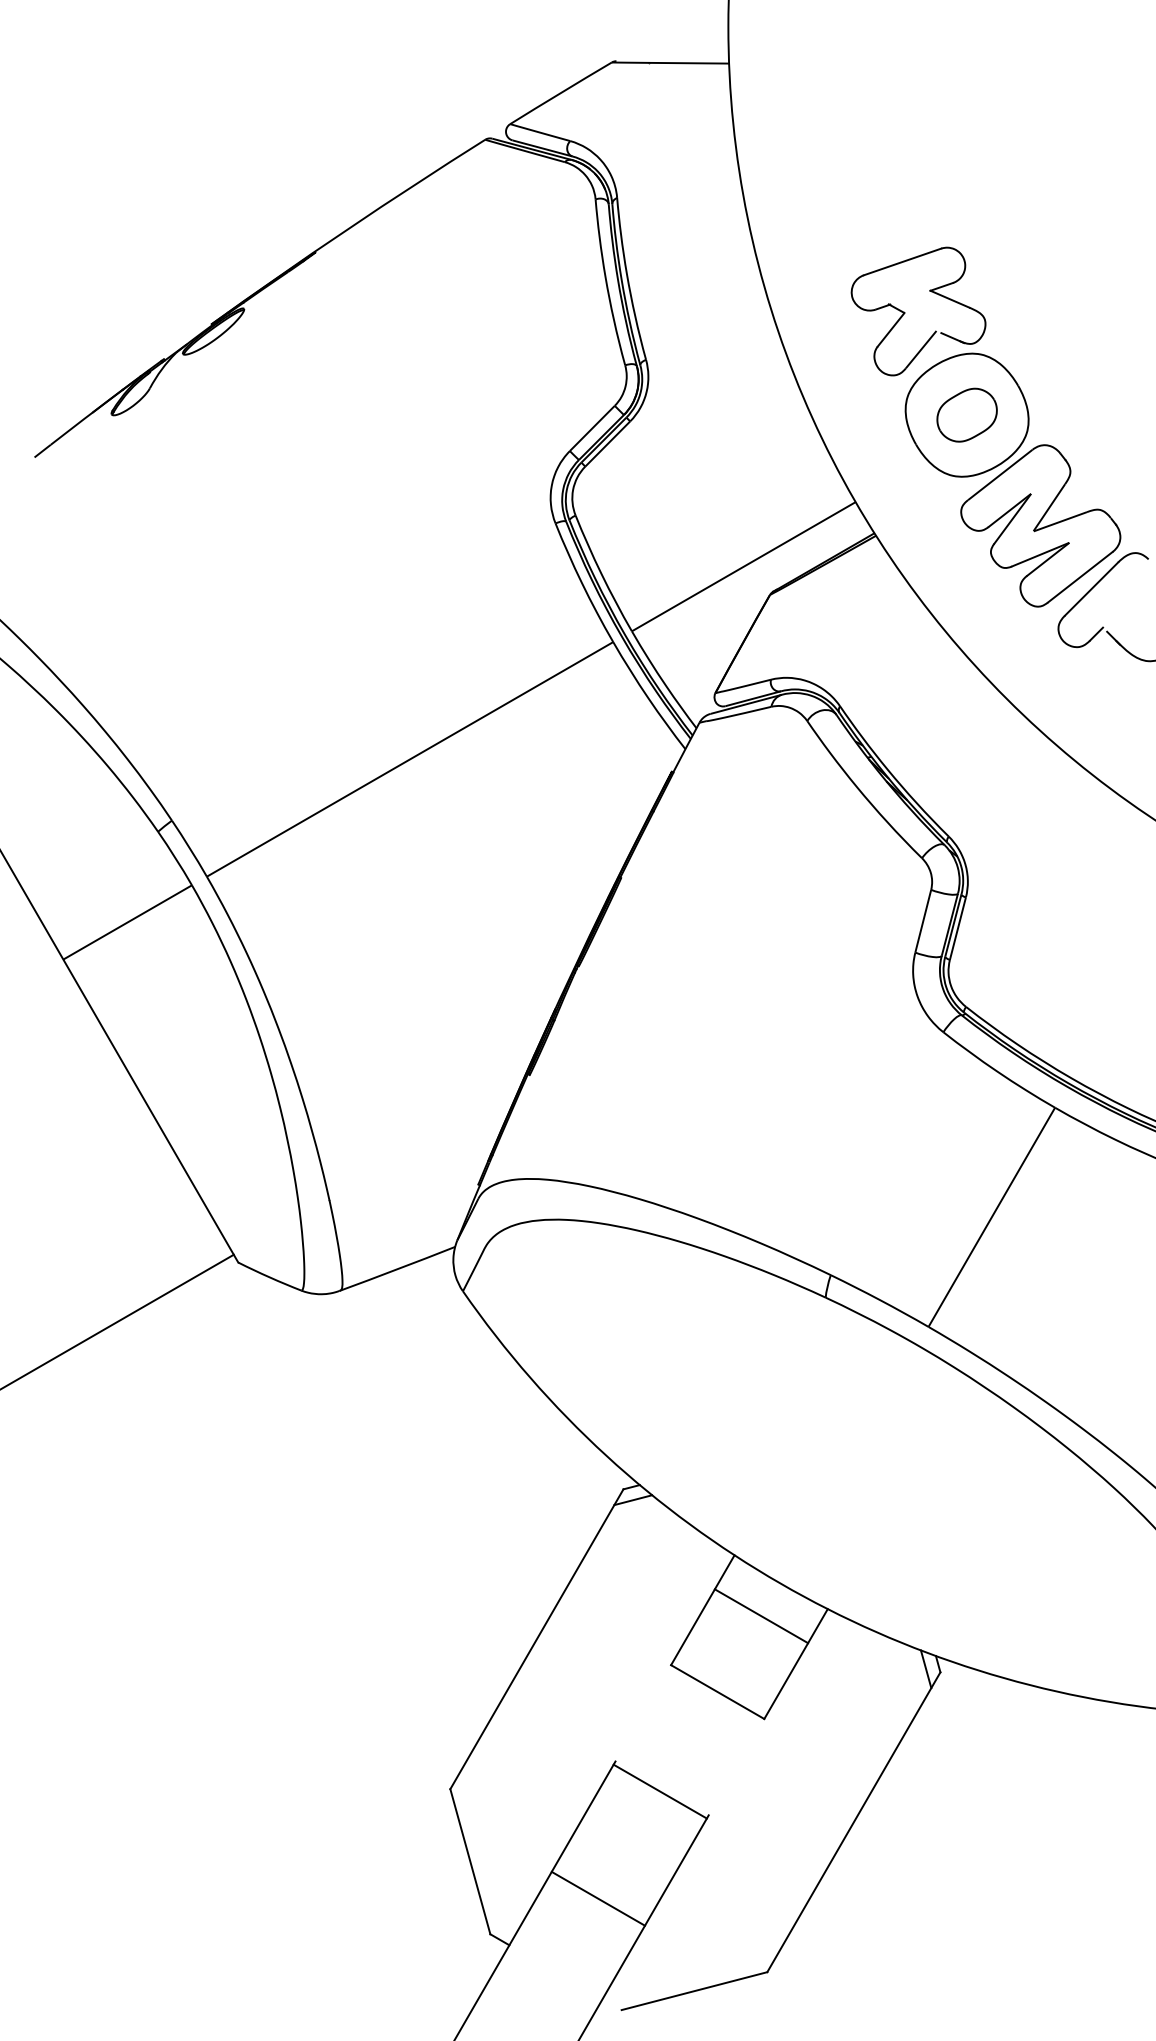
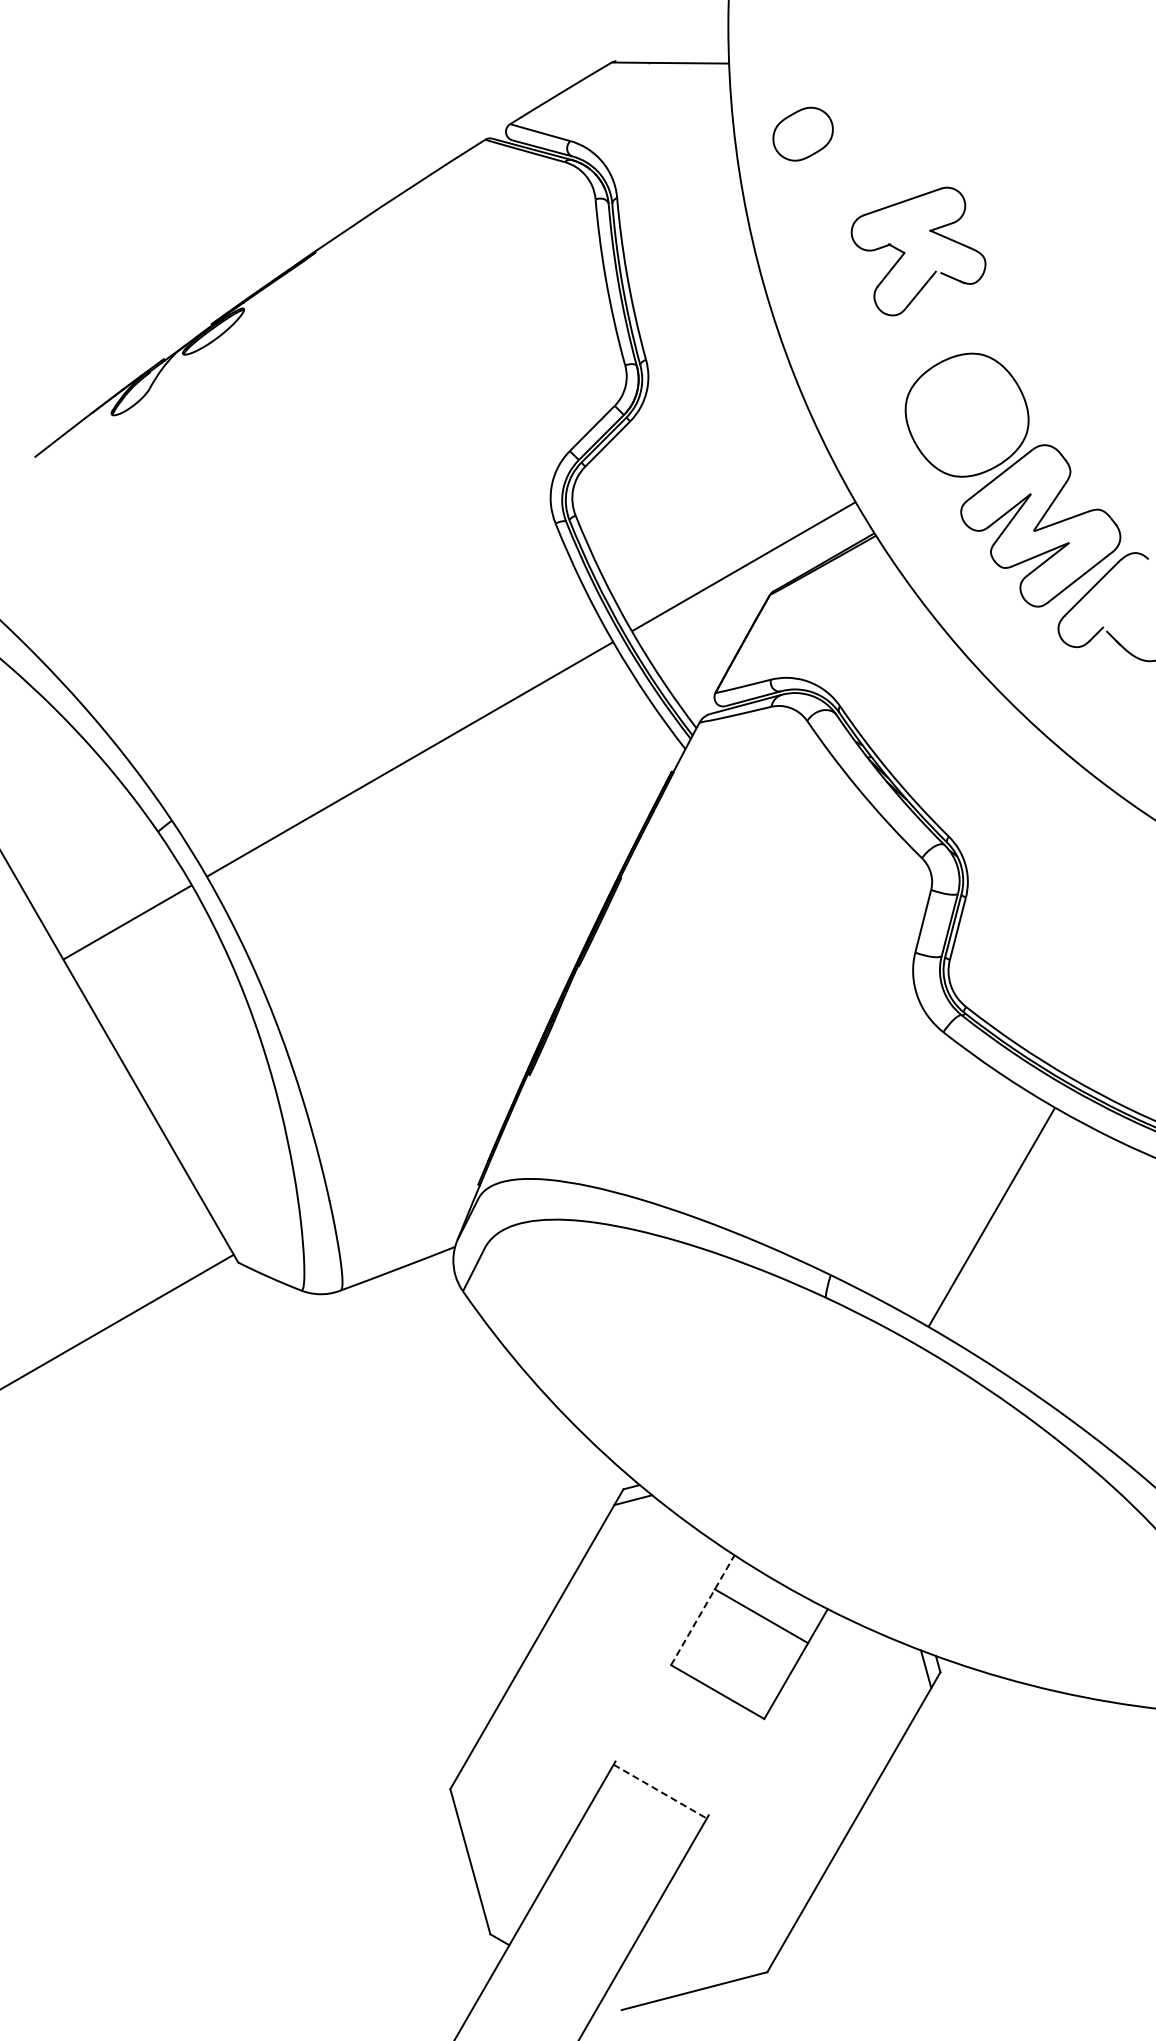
part at (905, 312) position: (905, 312) -> (905, 252)
part at (966, 414) position: (966, 414) -> (802, 133)
line at (703, 1609): solid -> dashed
line at (660, 1791): solid -> dashed
line at (597, 1898): present -> none
